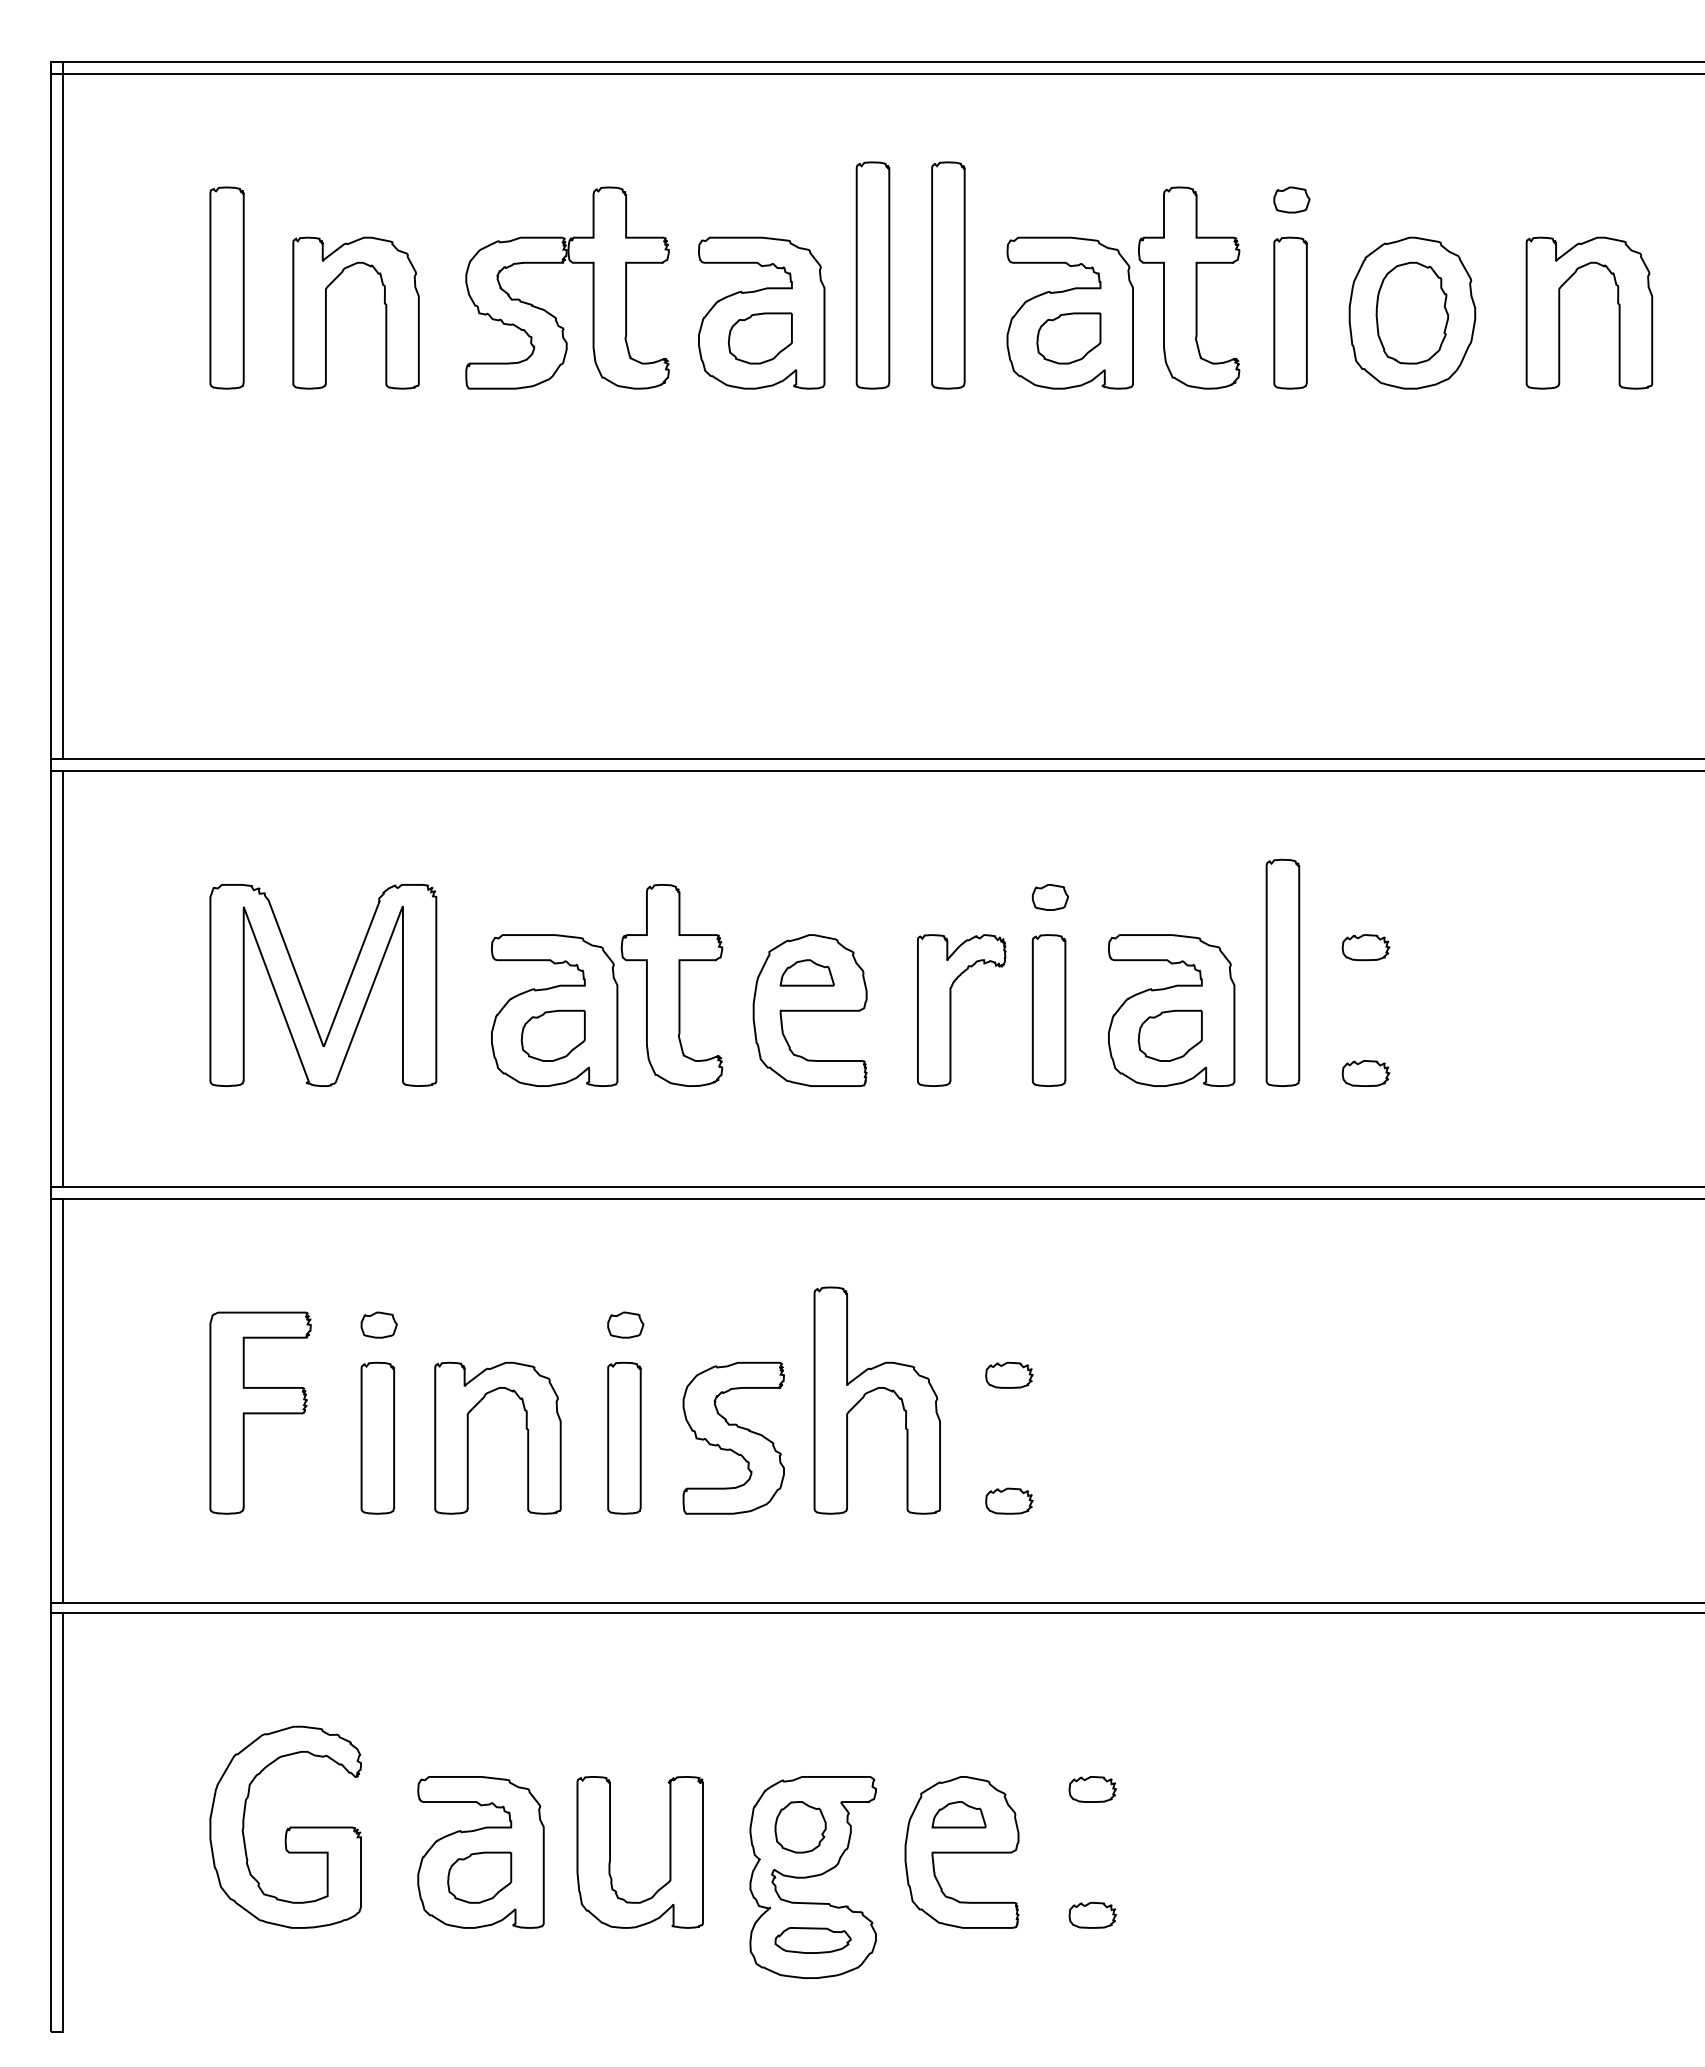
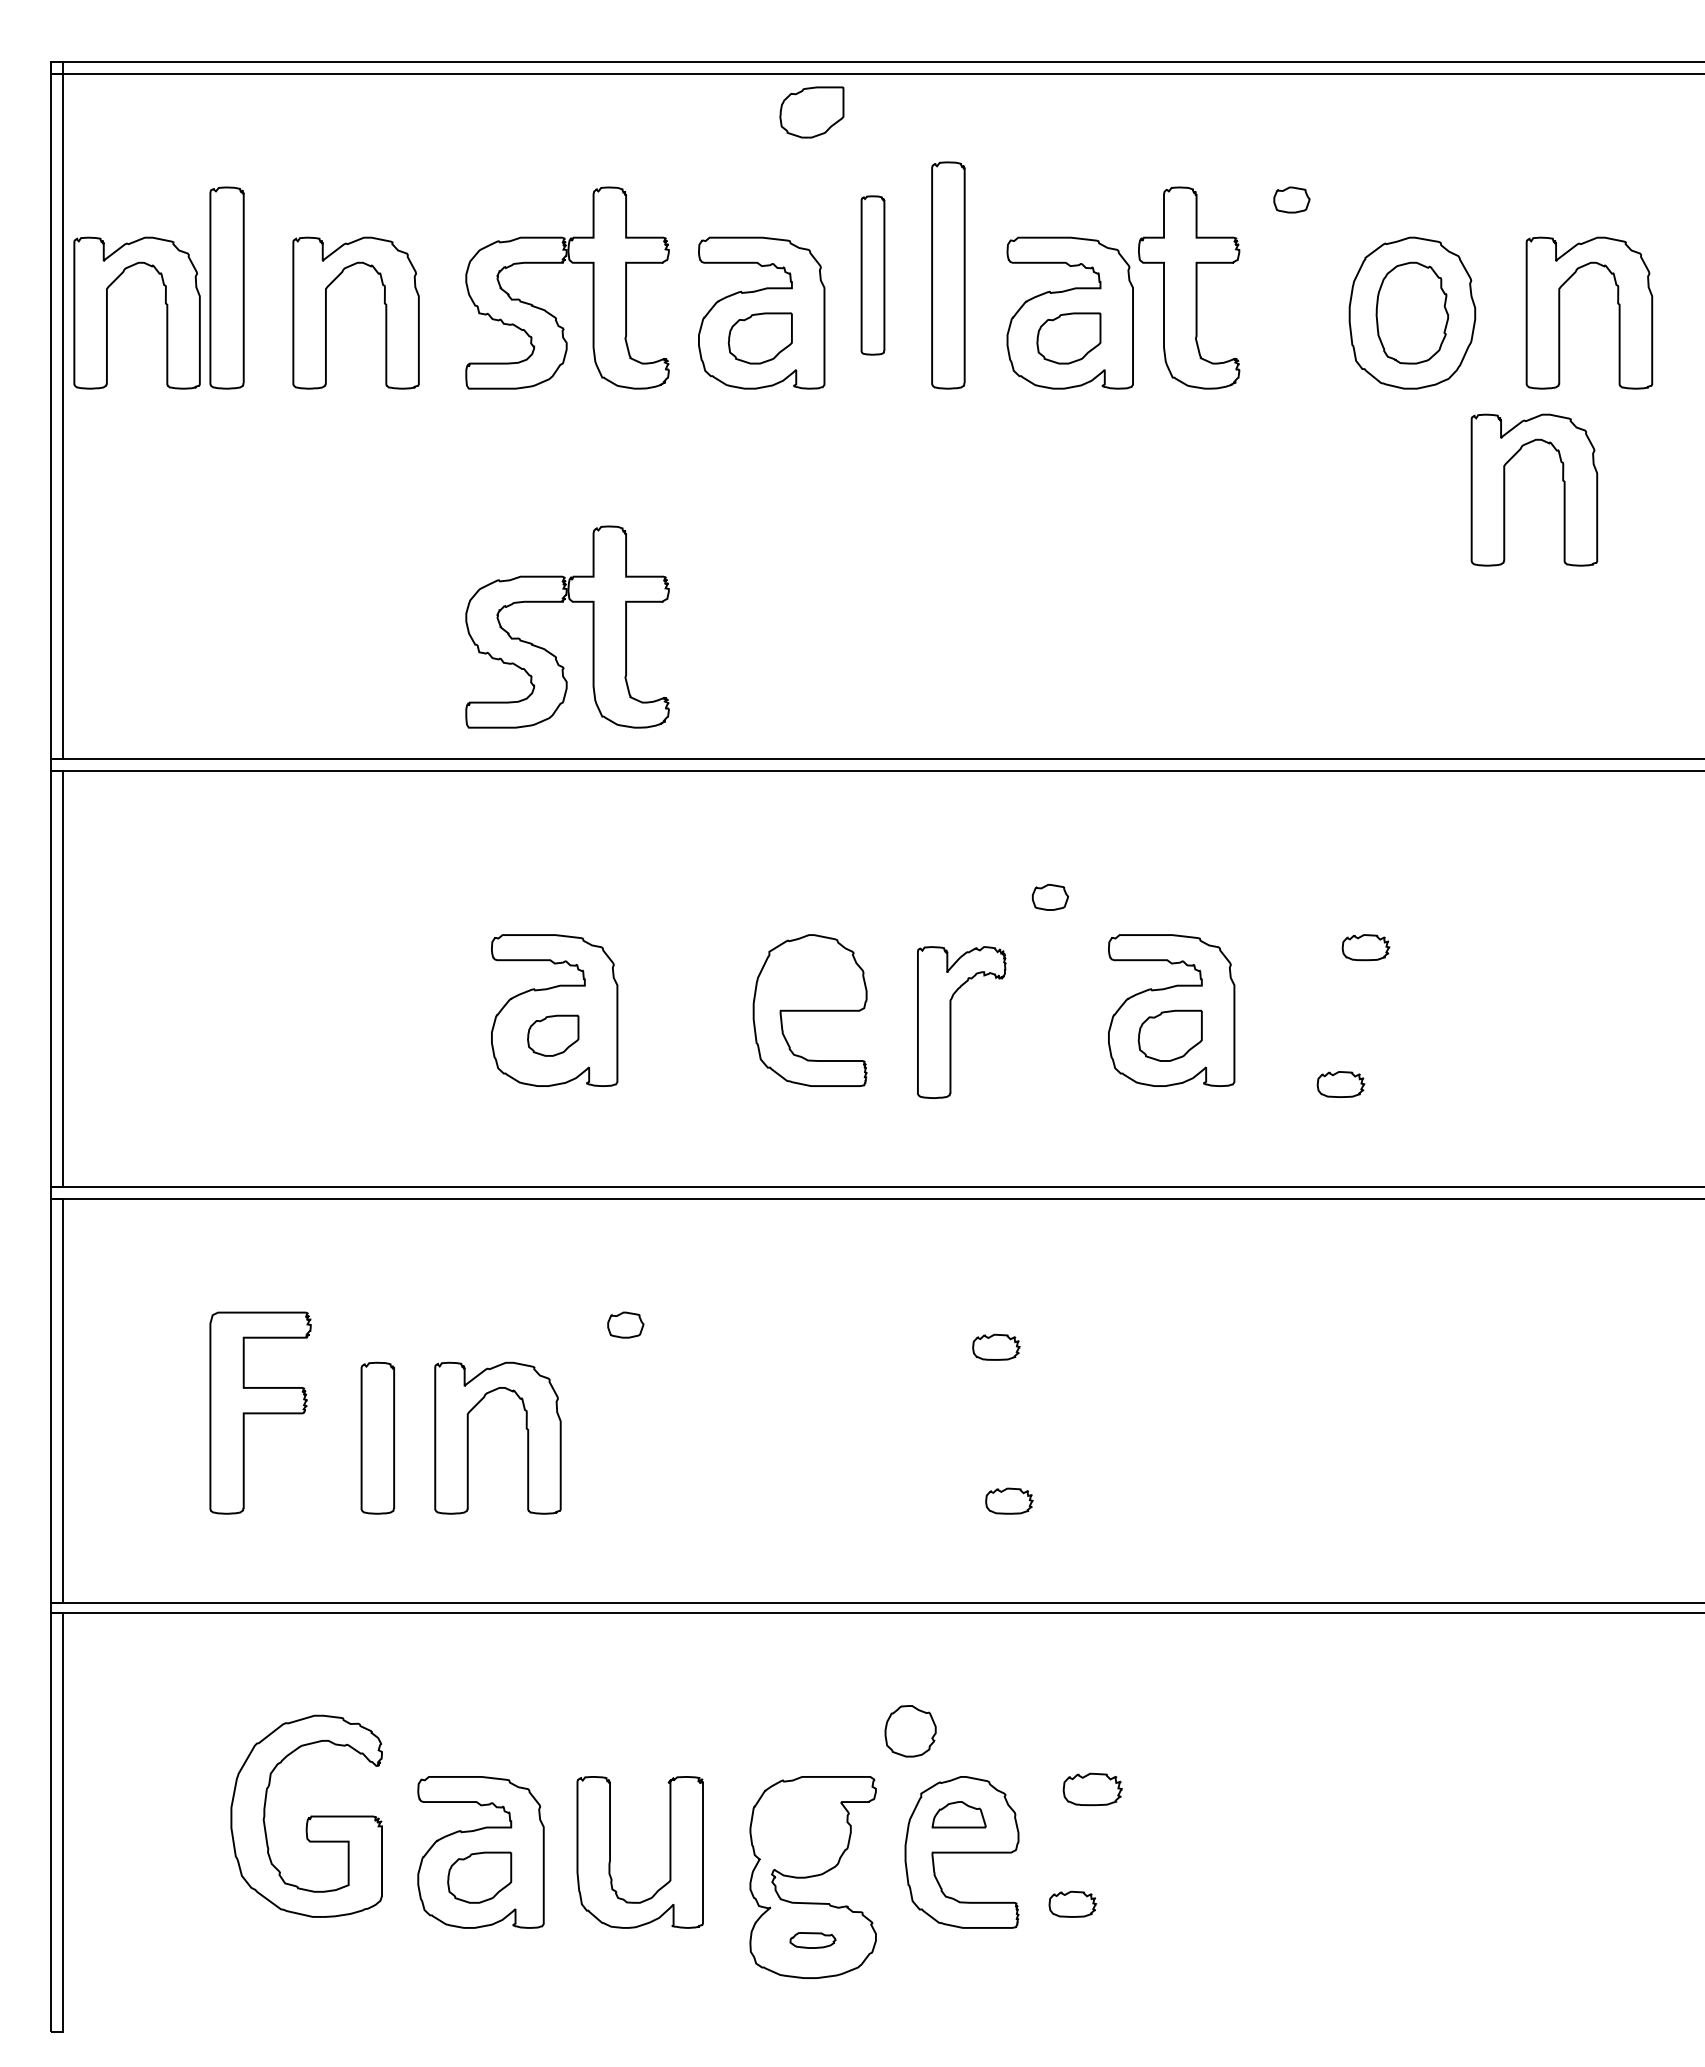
part at (811, 112): none -> present
part at (872, 275) size: 36x229 px -> 26x161 px
part at (107, 312): none -> present
part at (1290, 312): present -> none
part at (1505, 489): none -> present
part at (563, 602): none -> present
part at (806, 972): present -> none
part at (1282, 972): present -> none
part at (671, 985): present -> none
part at (304, 992): present -> none
part at (951, 1010) position: (951, 1010) -> (951, 1022)
part at (1048, 1010): present -> none
part at (552, 1035) size: 66x53 px -> 53x43 px
part at (1365, 1073) position: (1365, 1073) -> (1340, 1084)
part at (378, 1324): present -> none
part at (1009, 1374) position: (1009, 1374) -> (996, 1346)
part at (871, 1392): present -> none
part at (624, 1437): present -> none
part at (733, 1437): present -> none
part at (1092, 1789) size: 50x27 px -> 61x35 px
part at (285, 1826) position: (285, 1826) -> (306, 1815)
part at (800, 1827) position: (800, 1827) -> (910, 1731)
part at (1092, 1914) position: (1092, 1914) -> (1072, 1903)
part at (812, 1940) size: 78x27 px -> 48x17 px
